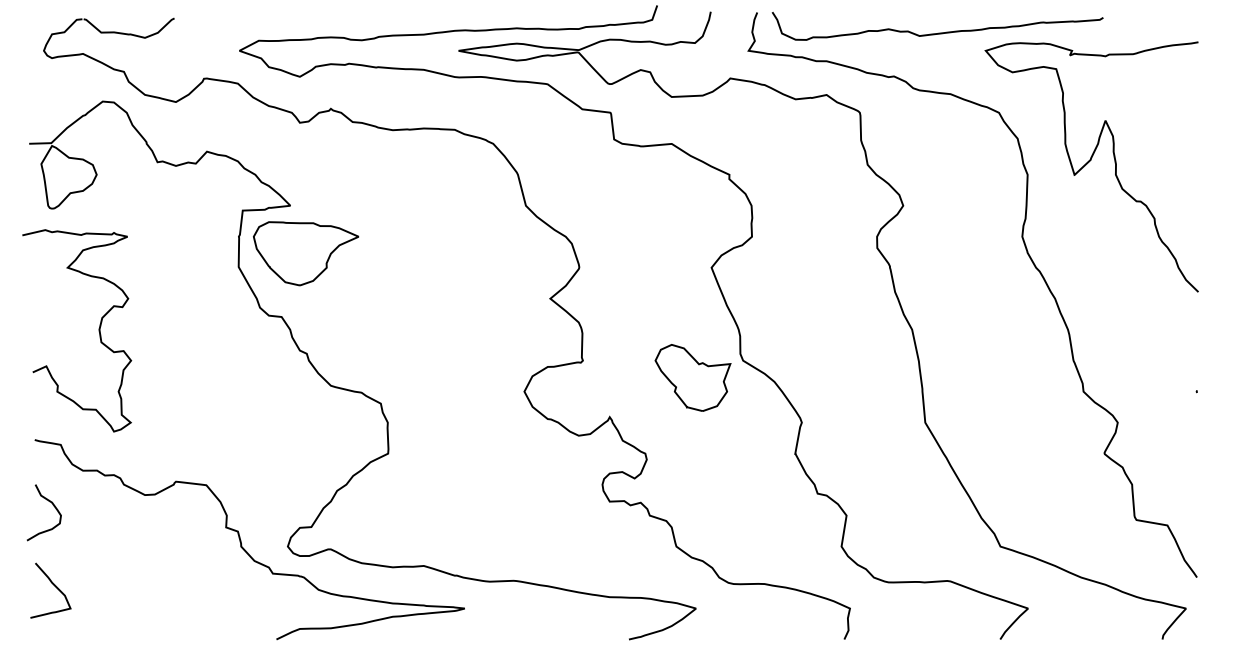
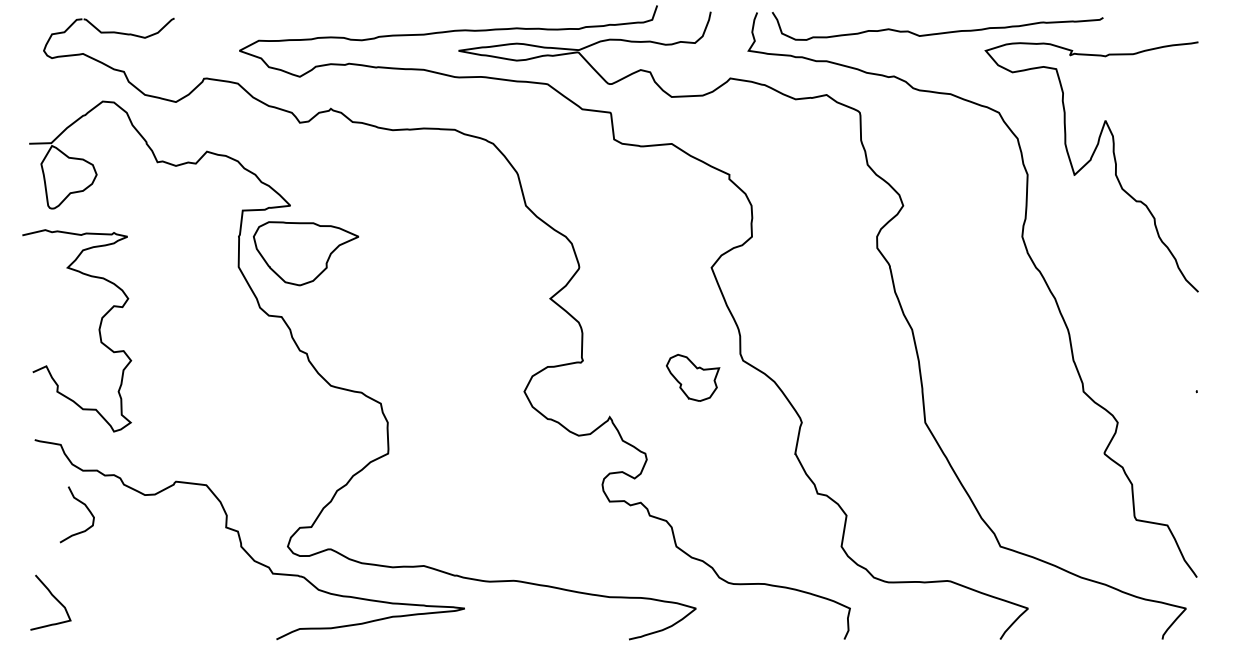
part at (692, 377) size: 78x68 px -> 55x48 px
curve at (49, 502) position: (49, 502) -> (82, 504)
curve at (54, 586) position: (54, 586) -> (54, 598)
